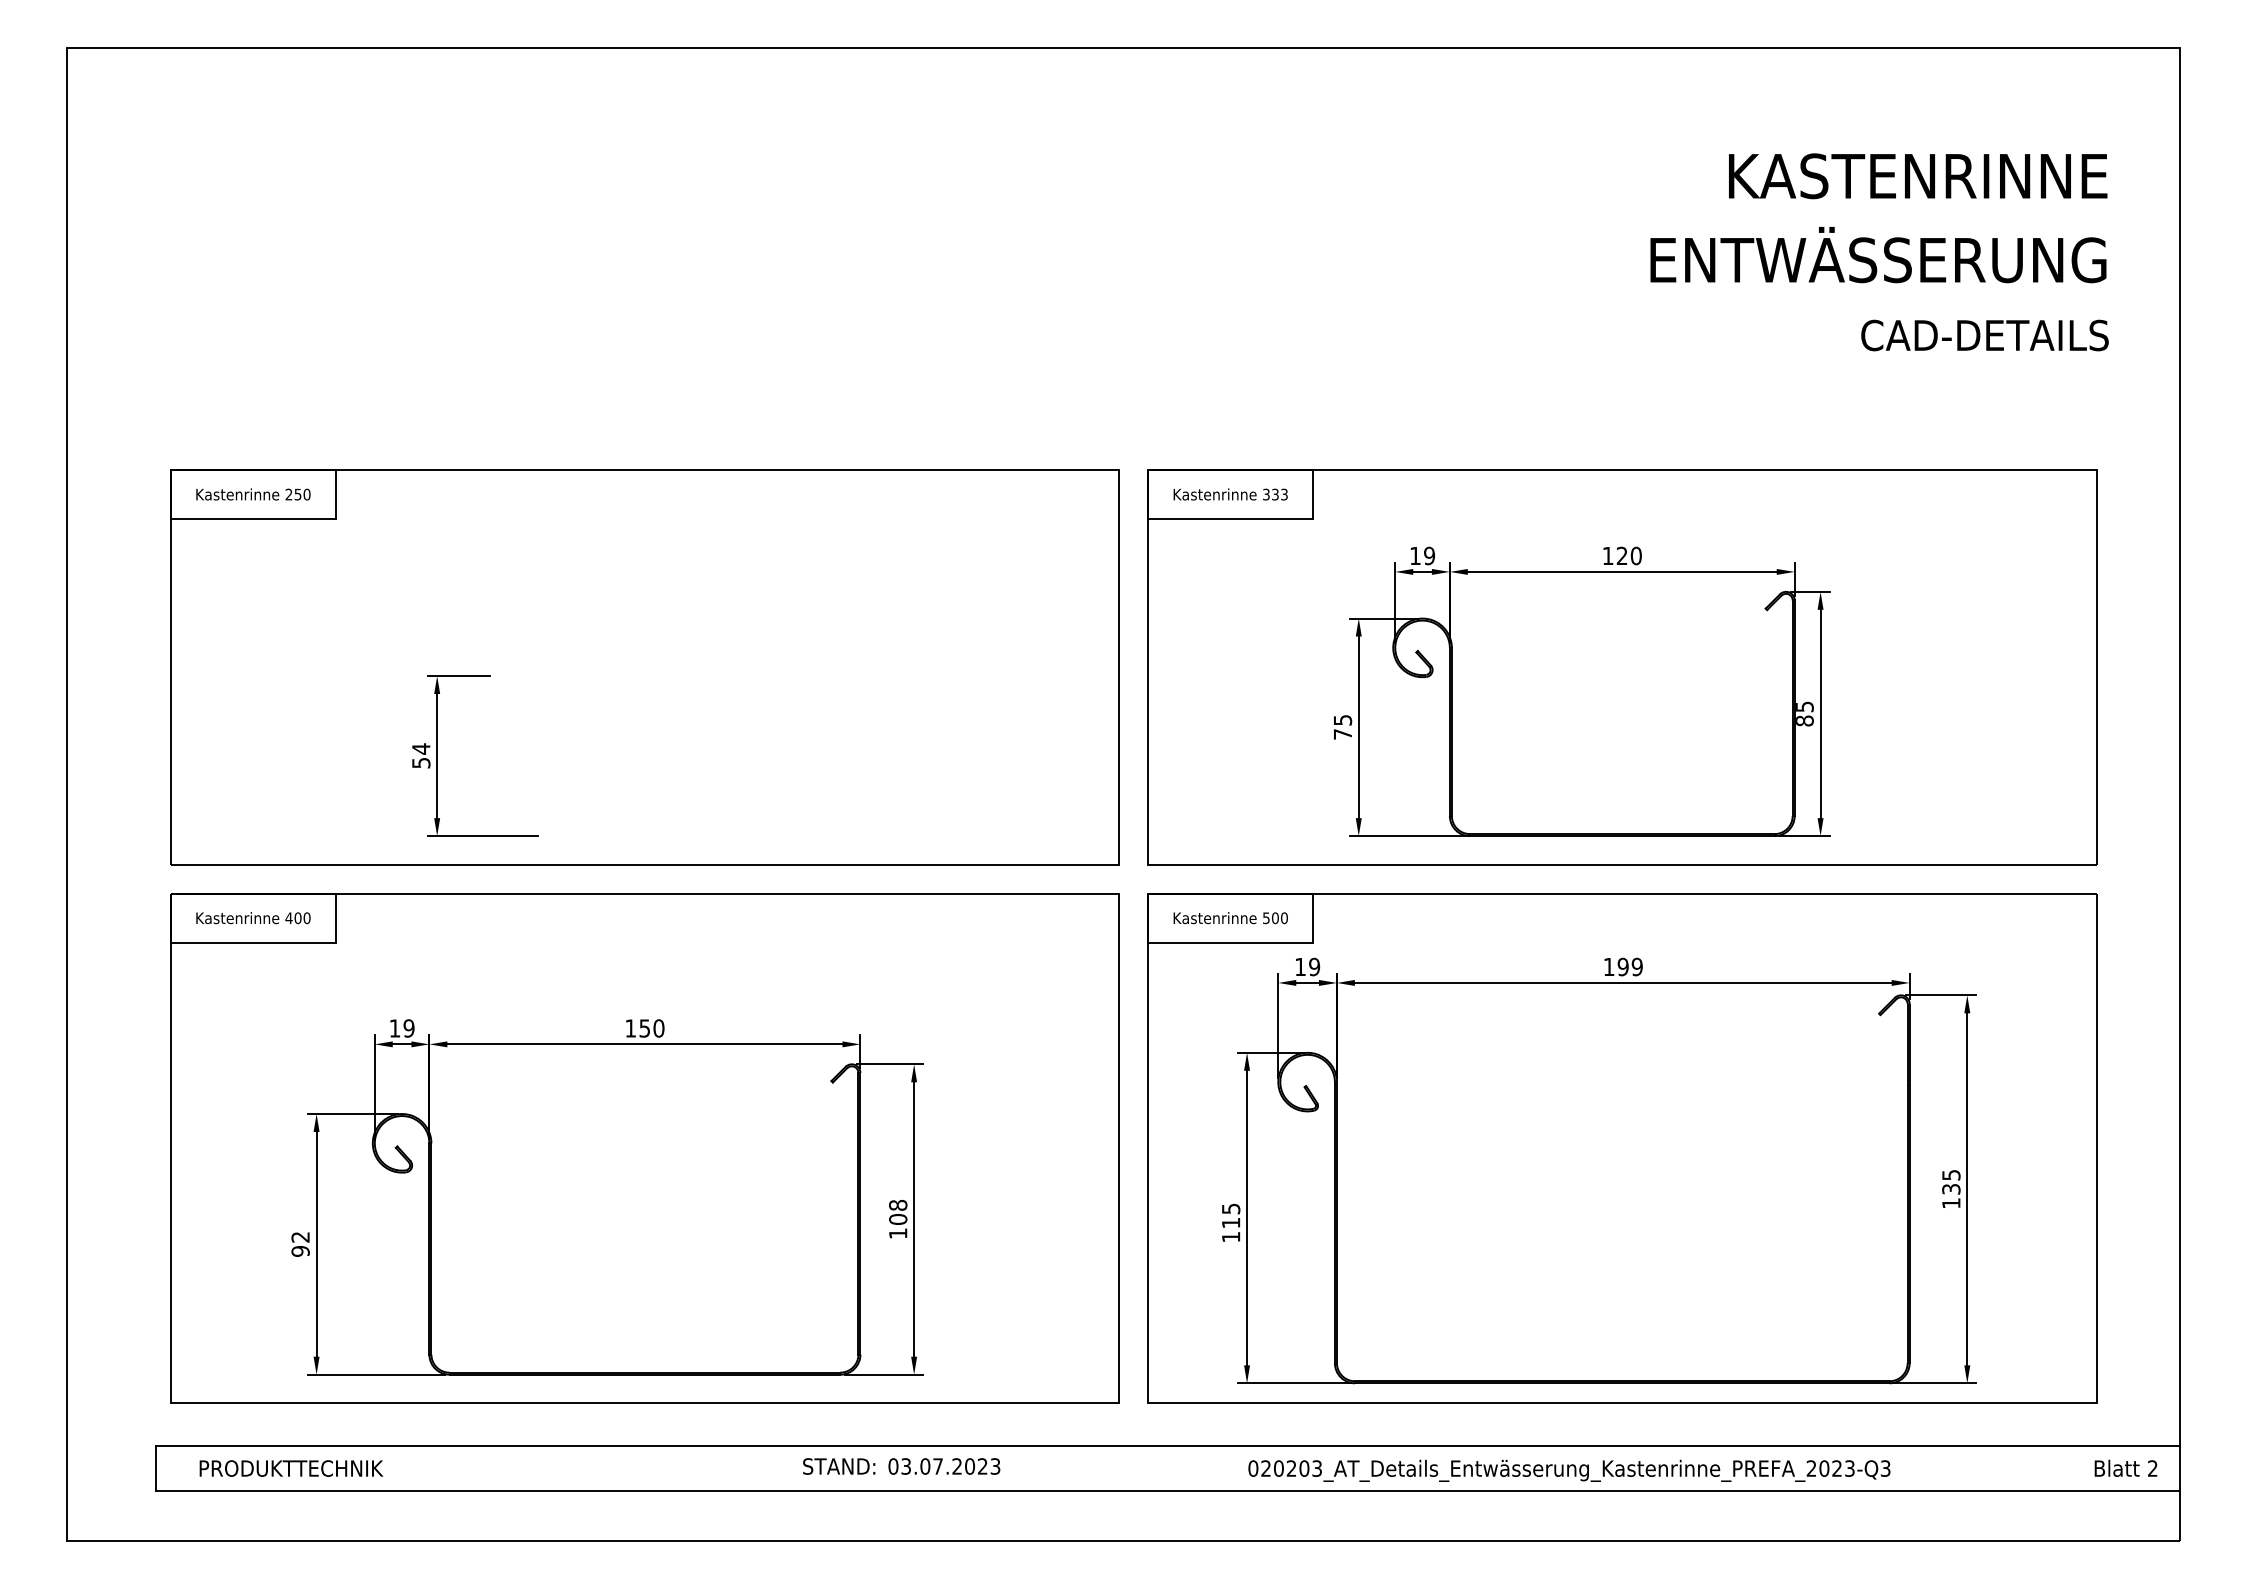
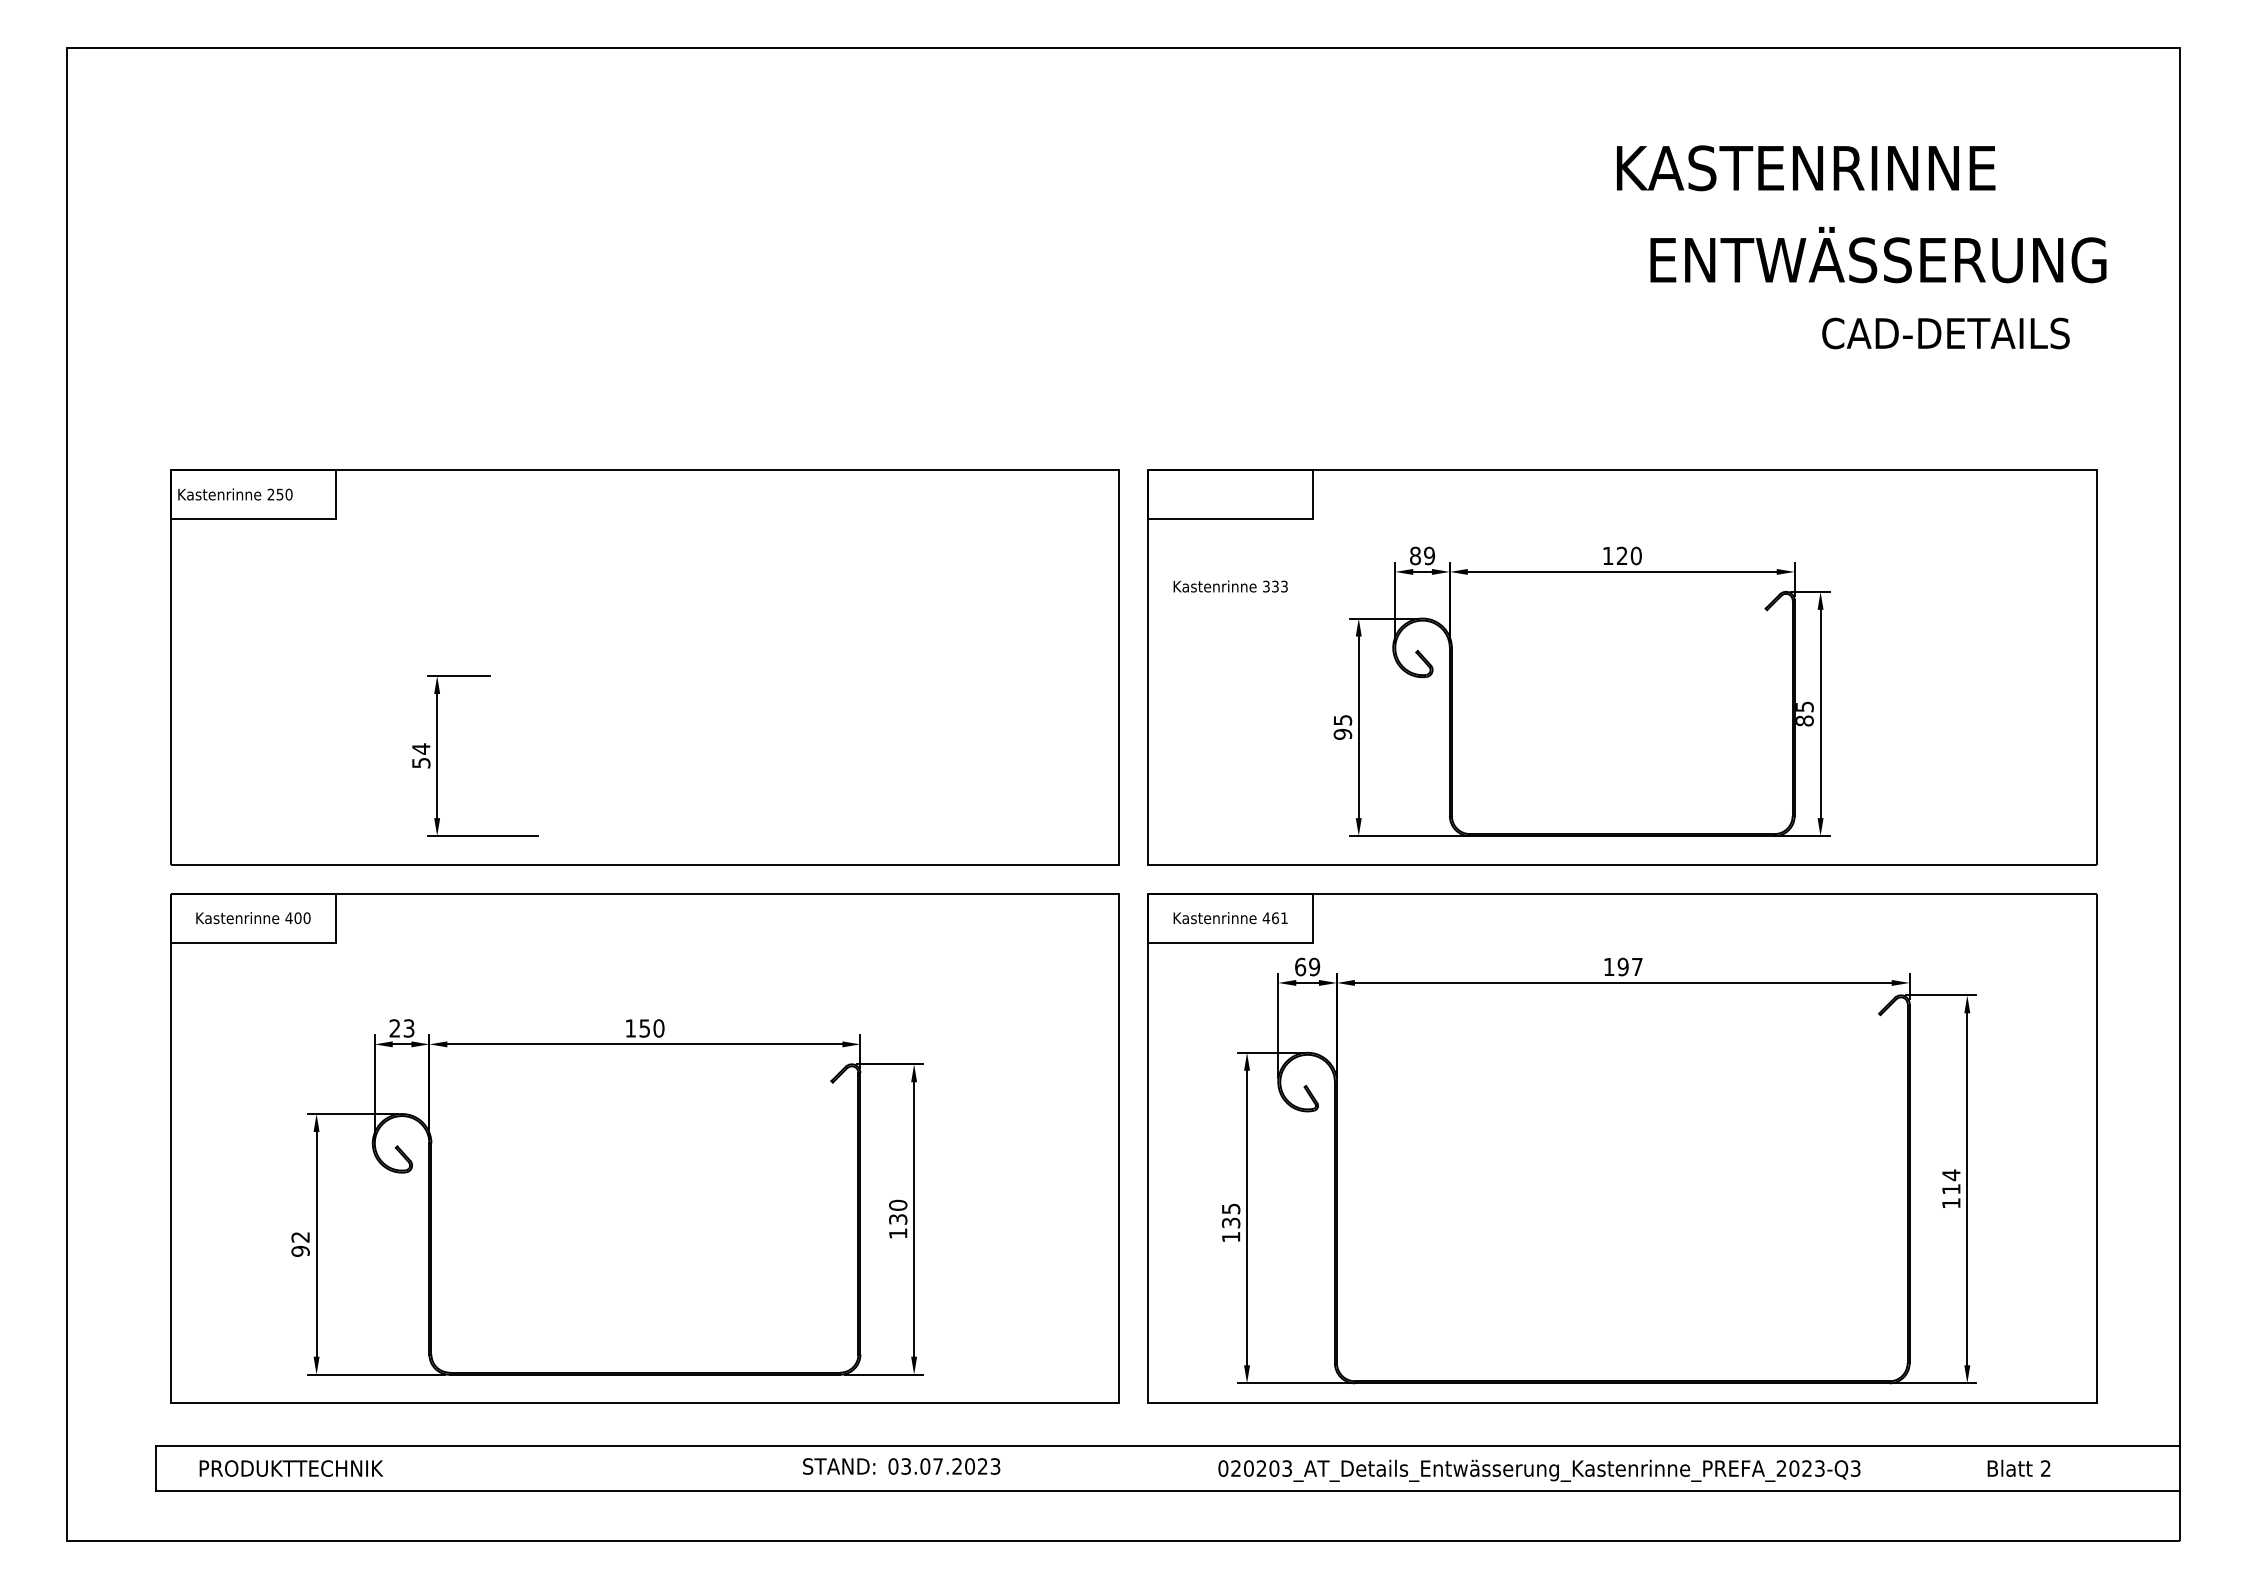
text at (1918, 176) position: (1918, 176) -> (1806, 168)
text at (1984, 335) position: (1984, 335) -> (1945, 333)
text at (253, 494) position: (253, 494) -> (235, 494)
text at (1230, 494) position: (1230, 494) -> (1230, 586)
text at (1415, 555): 19 -> 89
text at (1342, 734): 75 -> 95
text at (1274, 918): 500 -> 461
text at (1300, 966): 19 -> 69
text at (1636, 966): 199 -> 197
text at (401, 1028): 19 -> 23
text at (1951, 1181): 135 -> 114
text at (898, 1211): 108 -> 130
text at (1230, 1222): 115 -> 135
text at (2125, 1467) position: (2125, 1467) -> (2018, 1467)
text at (1569, 1470) position: (1569, 1470) -> (1539, 1470)
